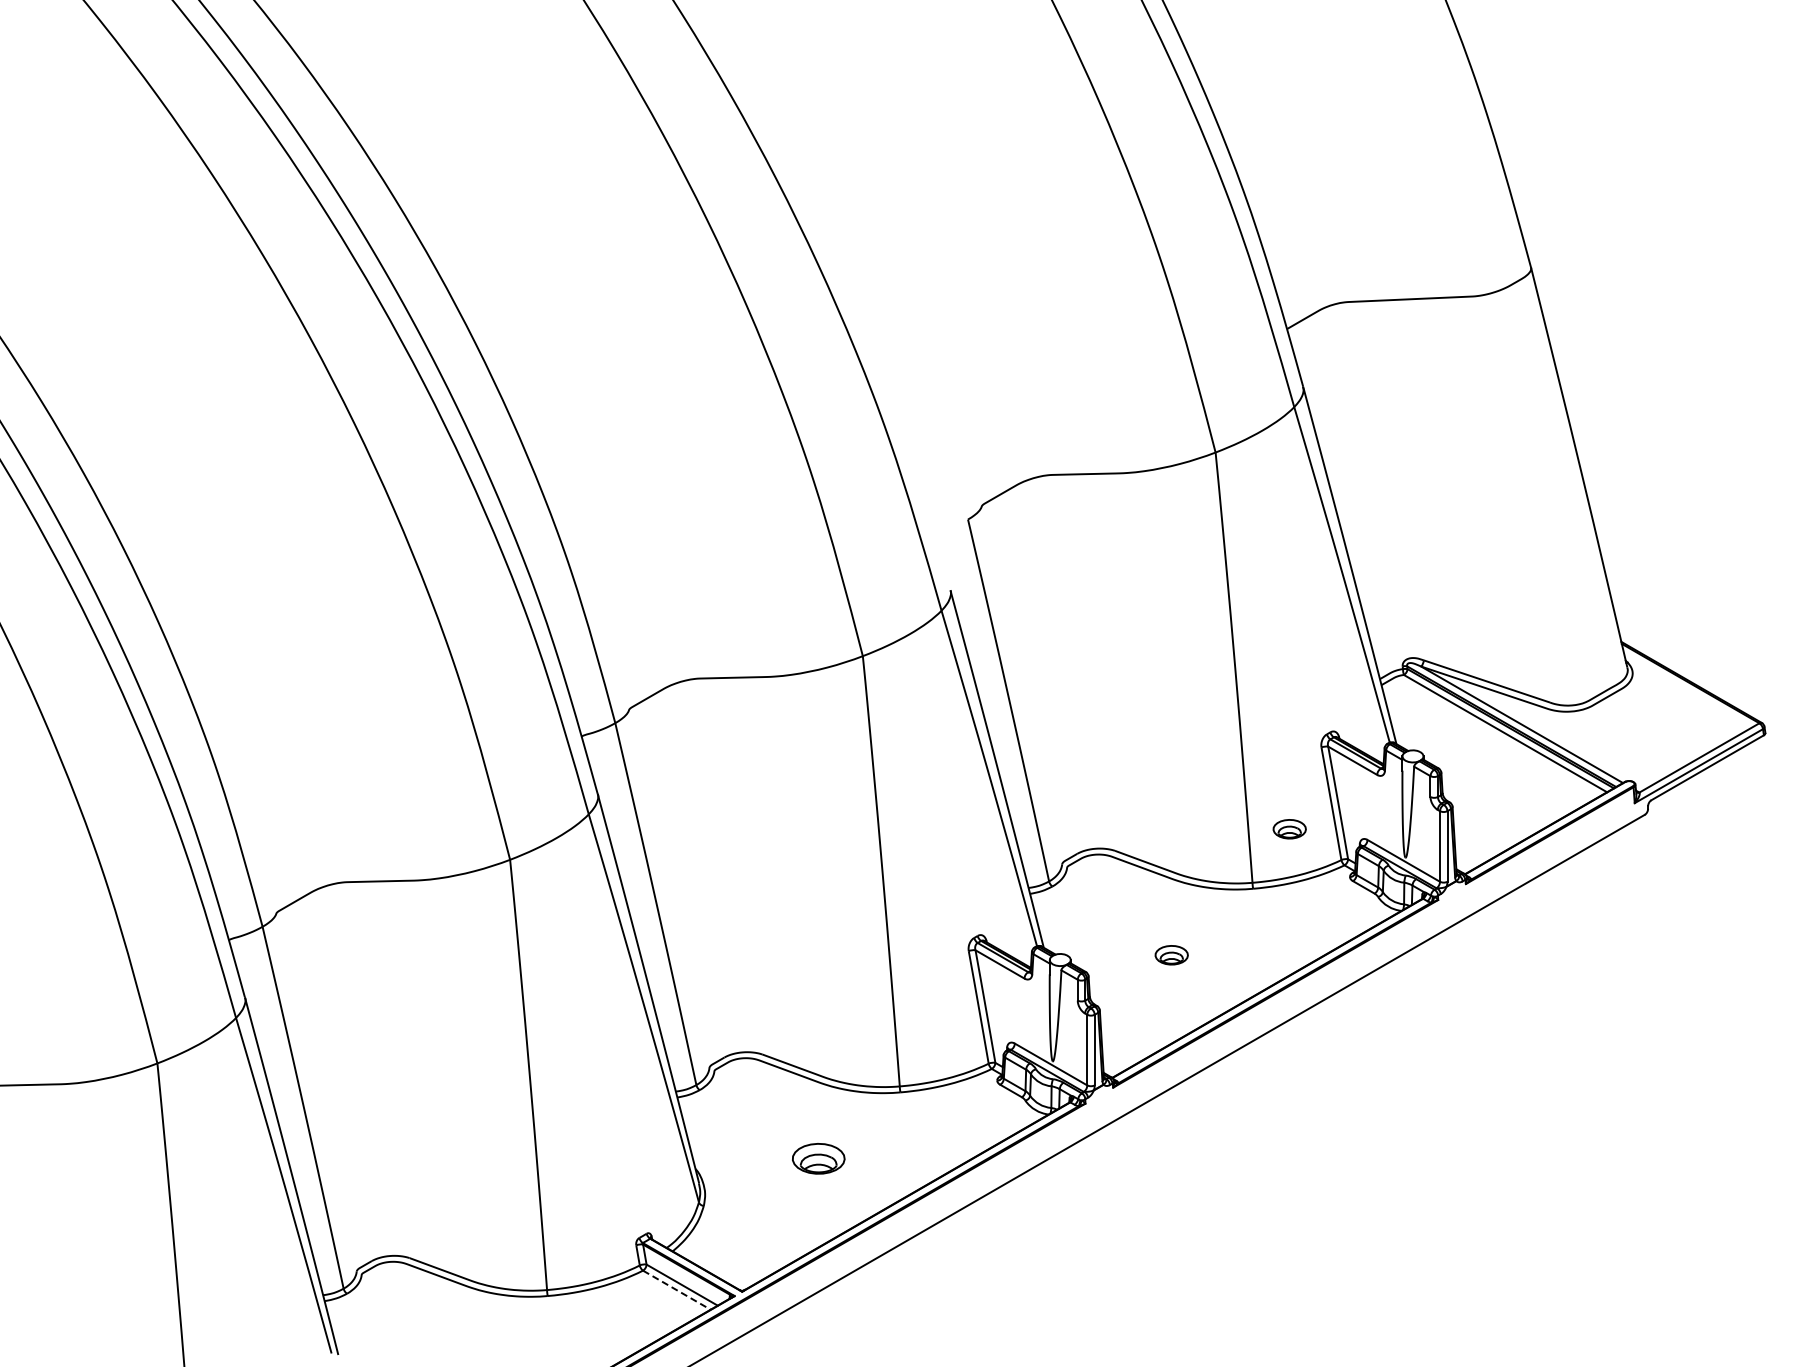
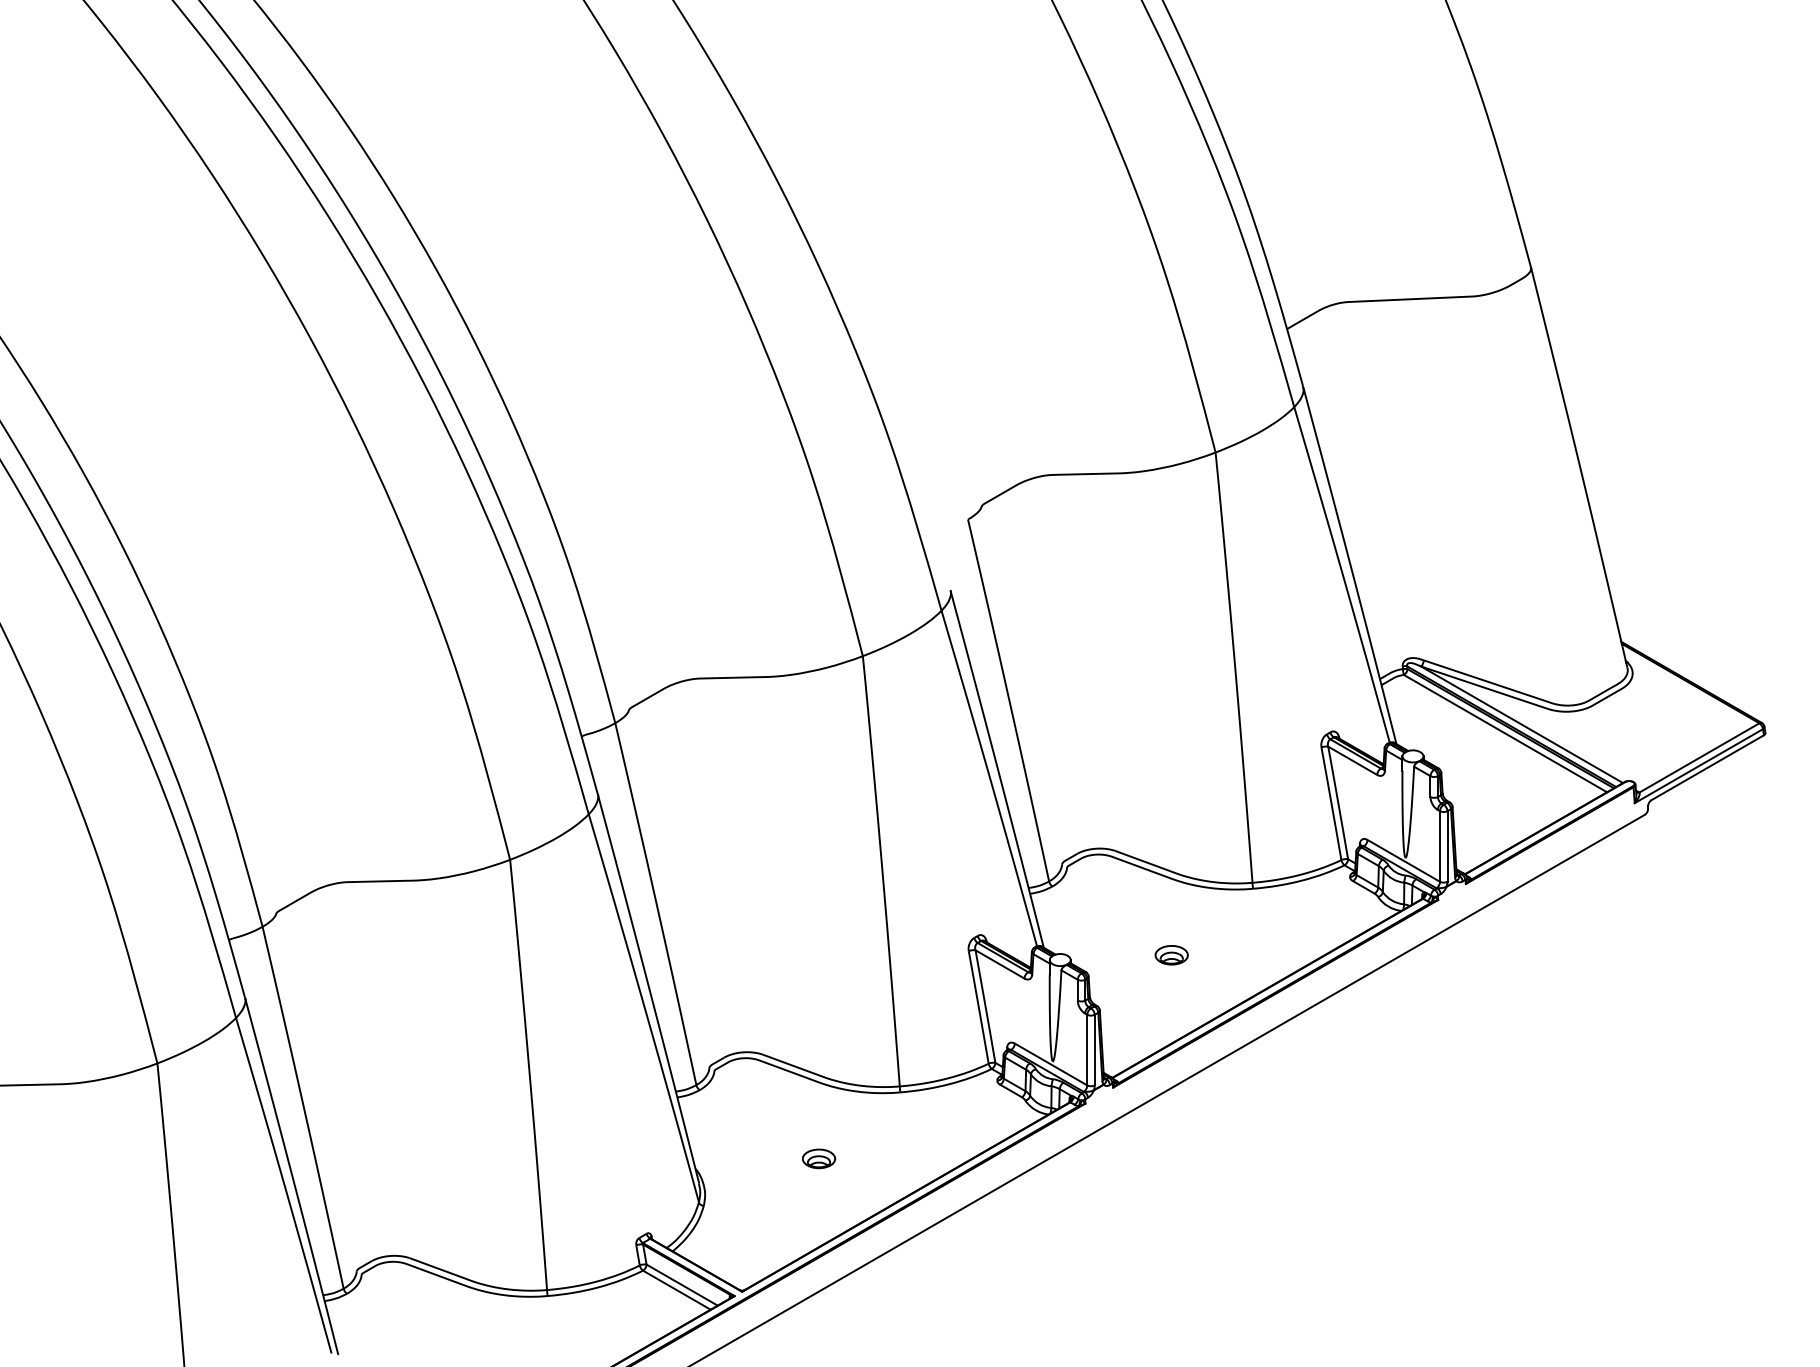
part at (1289, 829): present -> none
part at (818, 1158) size: 54x32 px -> 35x22 px
line at (677, 1290): dashed -> solid
